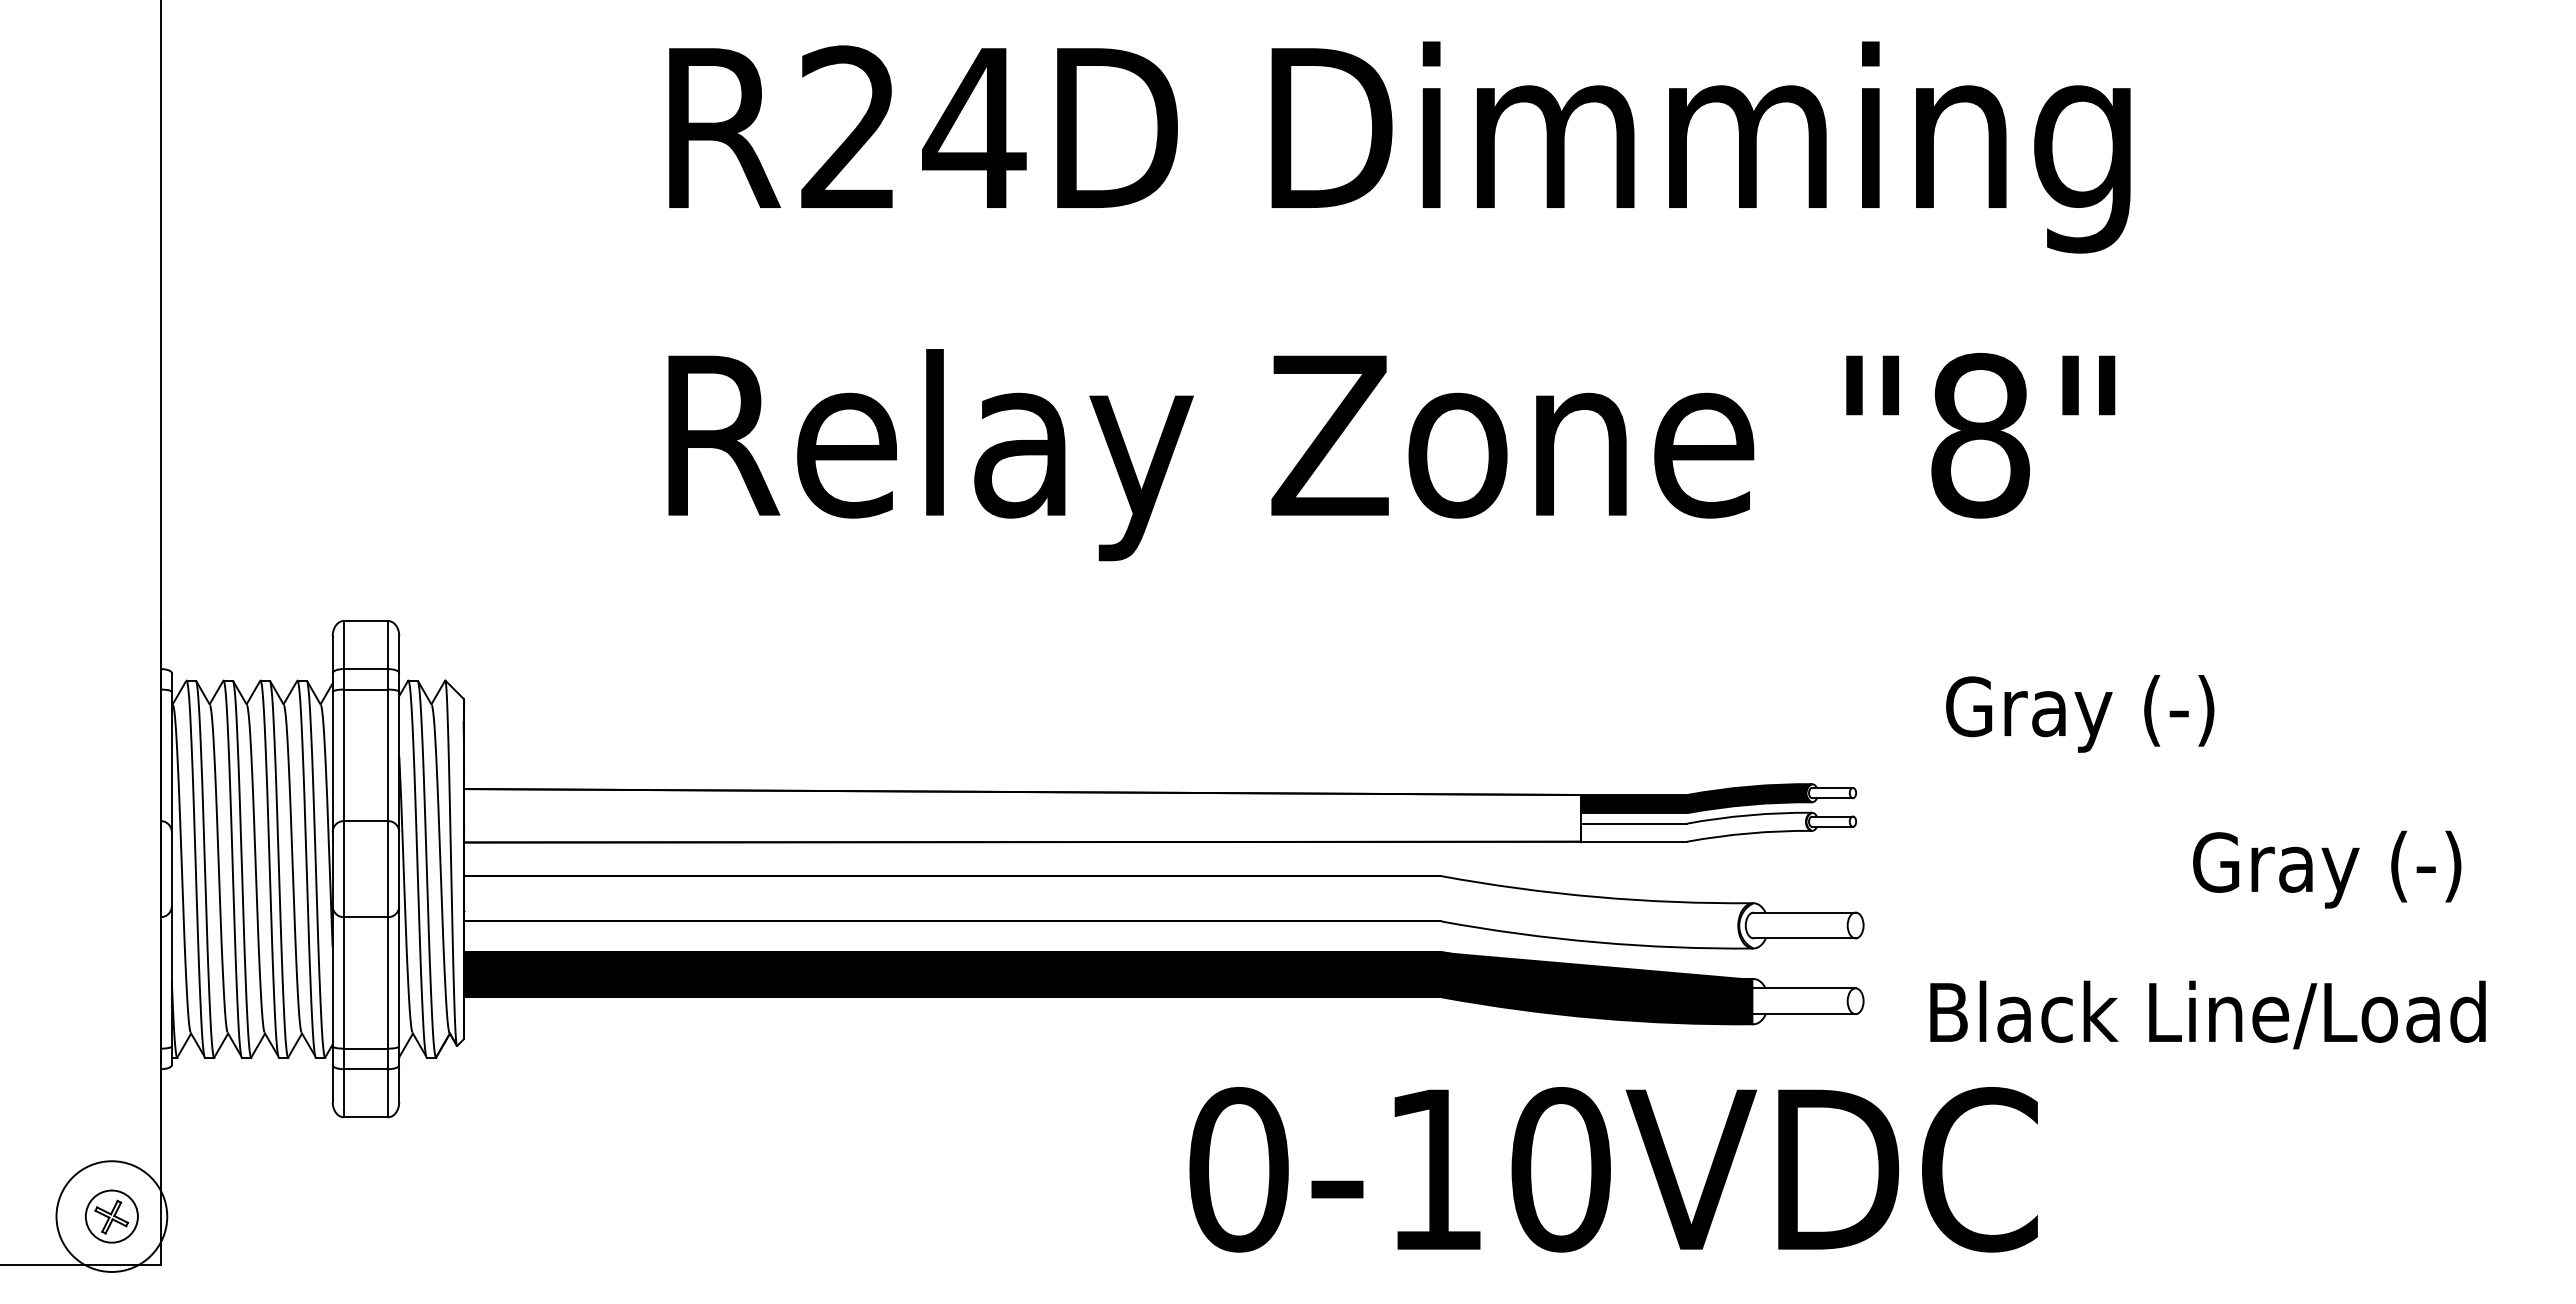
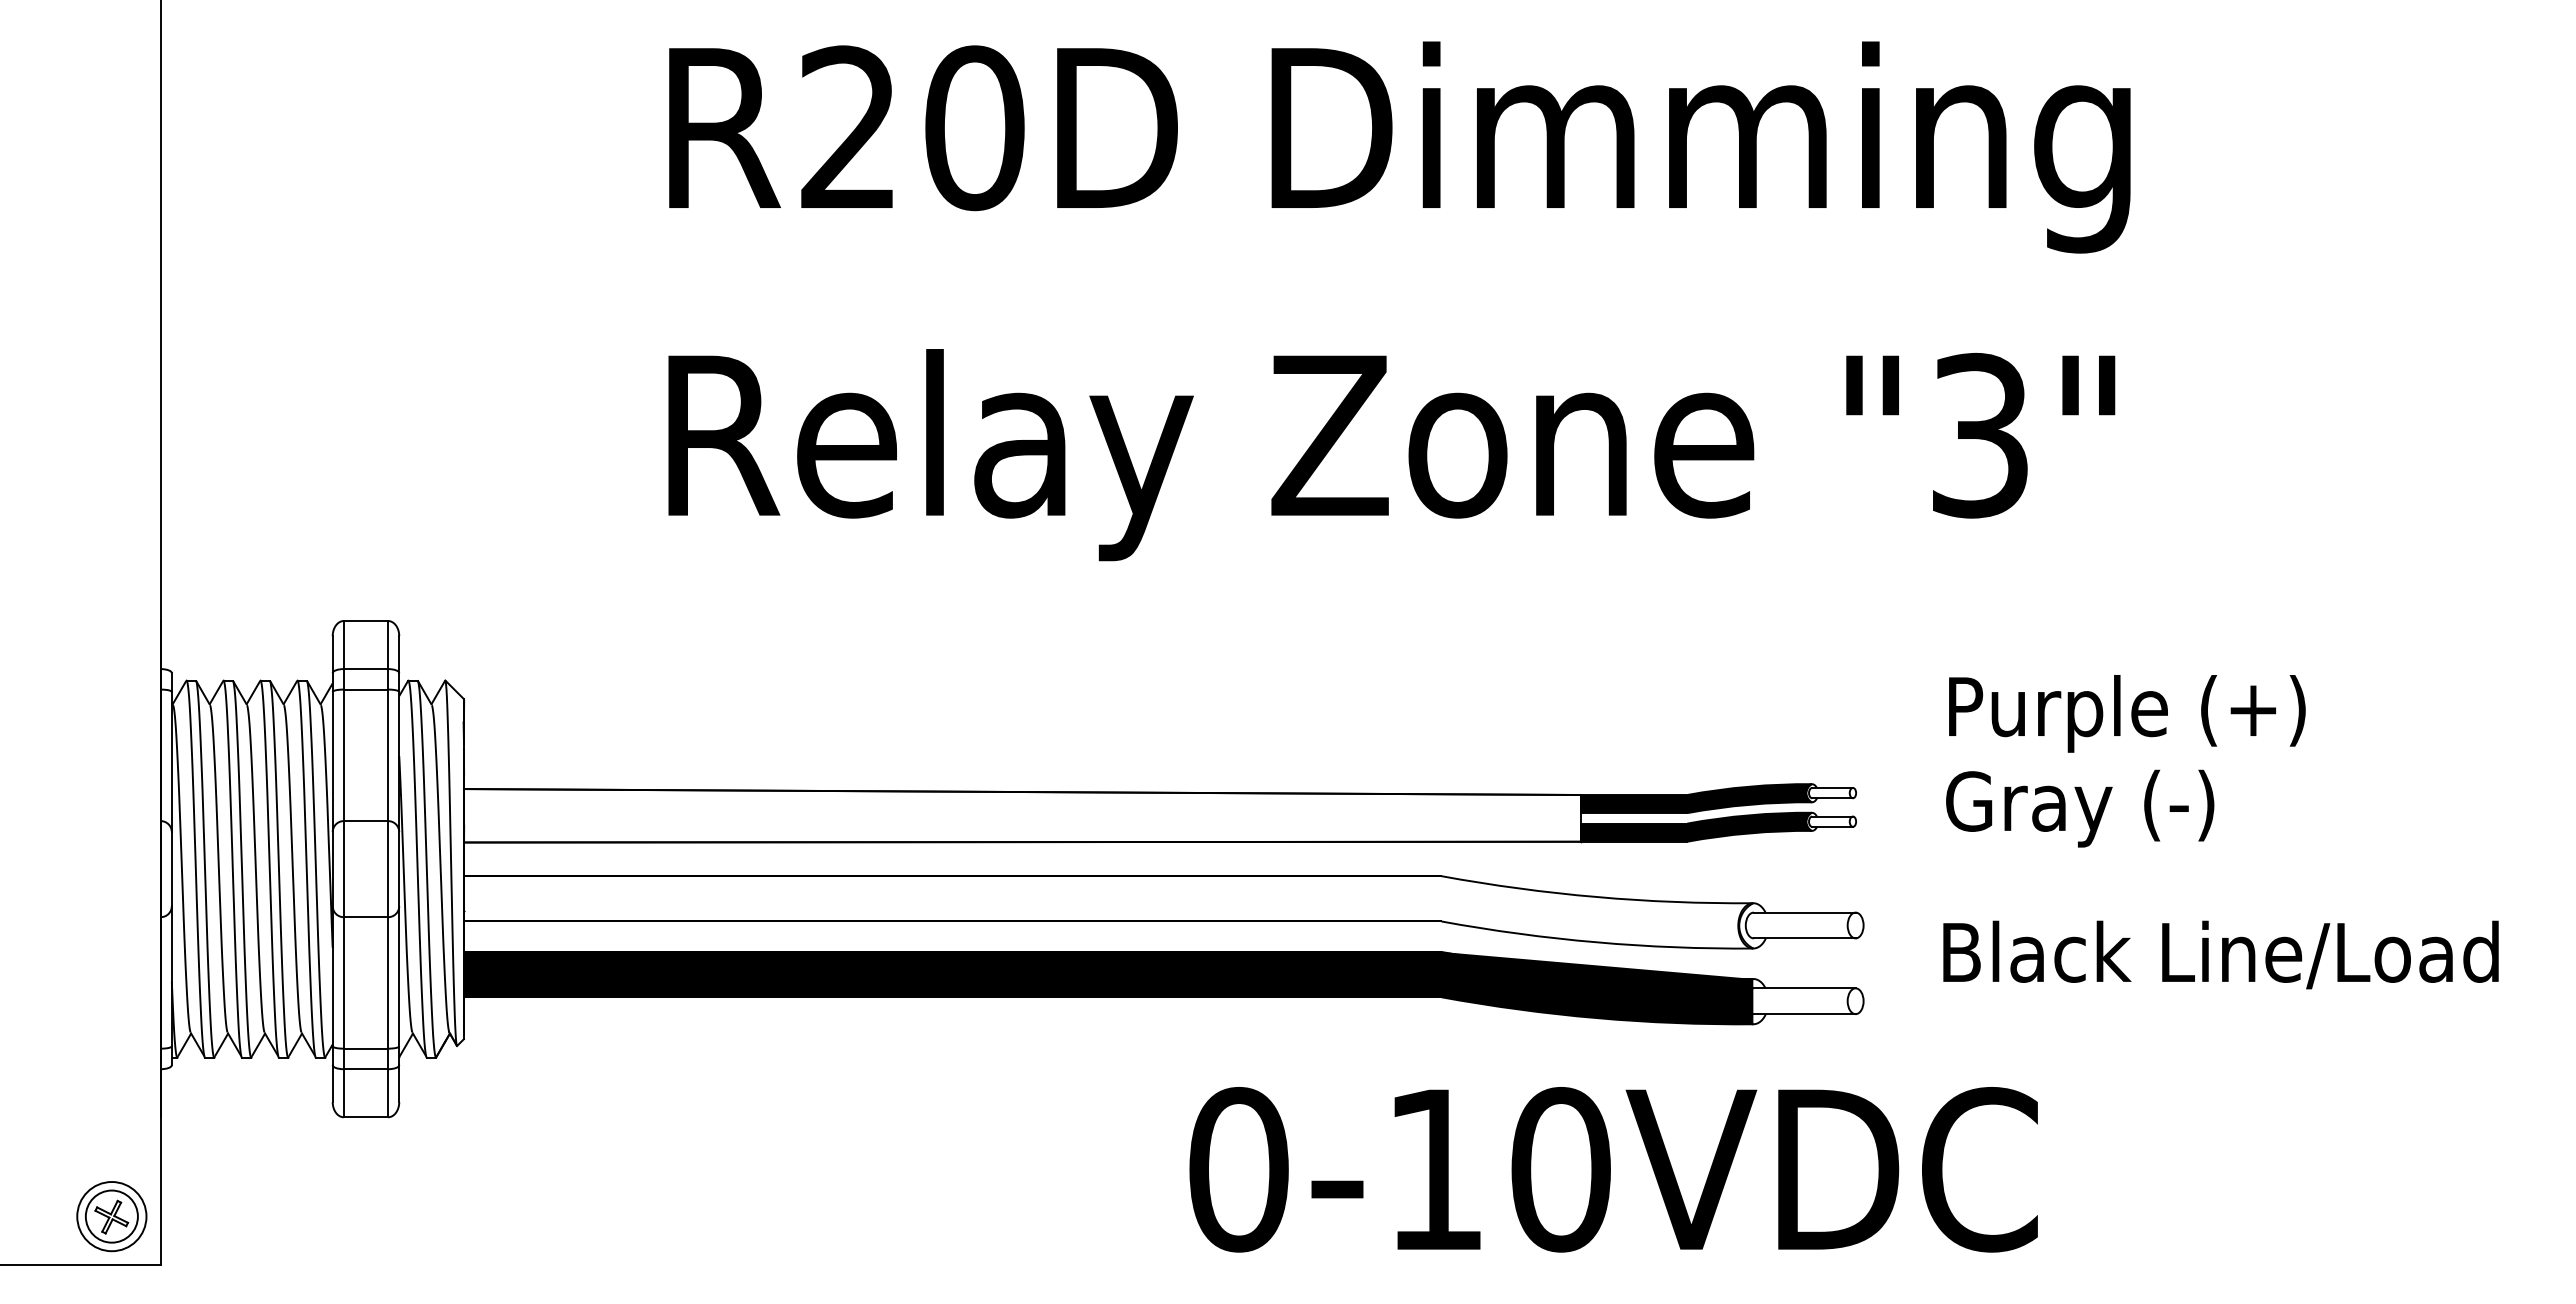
text at (974, 128): R24D -> R20D
text at (1980, 435): "8" -> "3"
text at (2125, 713): Gray (-) -> Purple (+)
fill at (1696, 826): none -> present
text at (2327, 869) position: (2327, 869) -> (2080, 808)
text at (2207, 1014) position: (2207, 1014) -> (2220, 954)
circle at (111, 1216) diameter: 111 px -> 69 px
